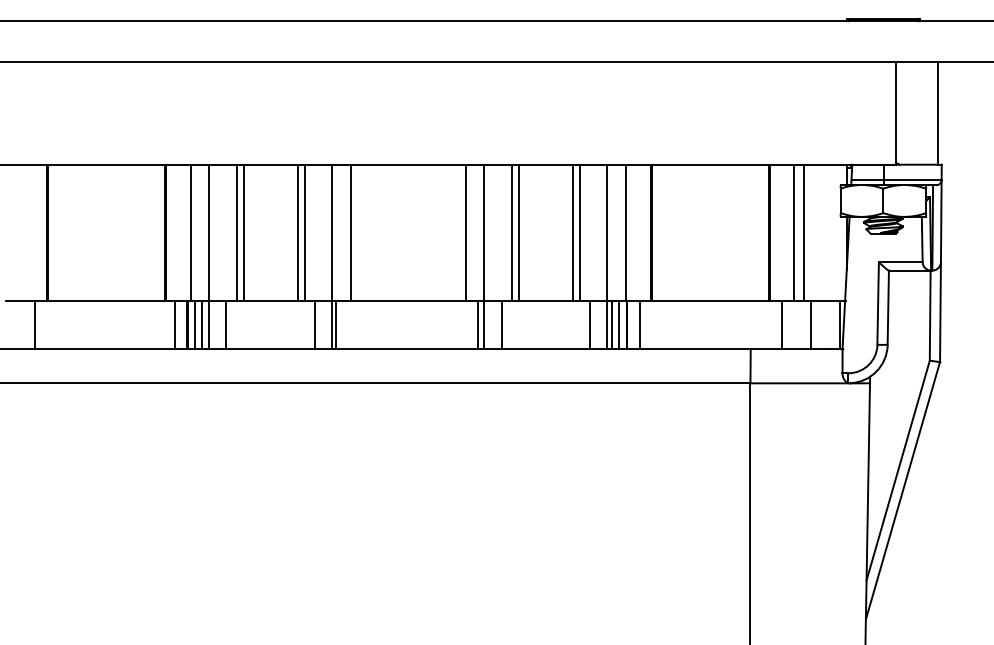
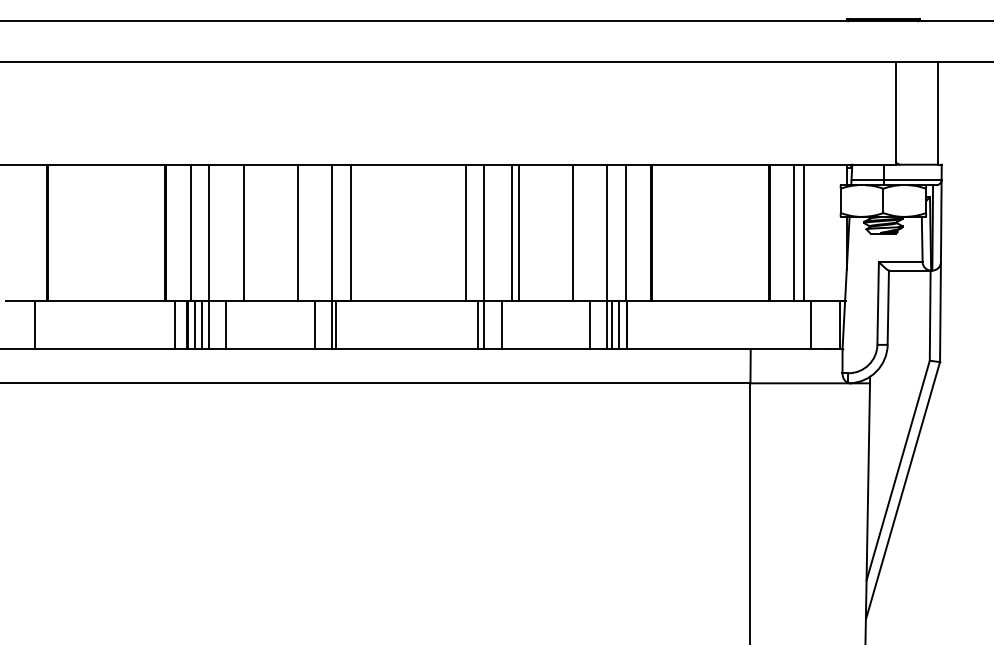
line at (236, 232): present -> none
line at (305, 232): present -> none
line at (580, 232): present -> none
line at (639, 325): present -> none
line at (782, 325): present -> none
